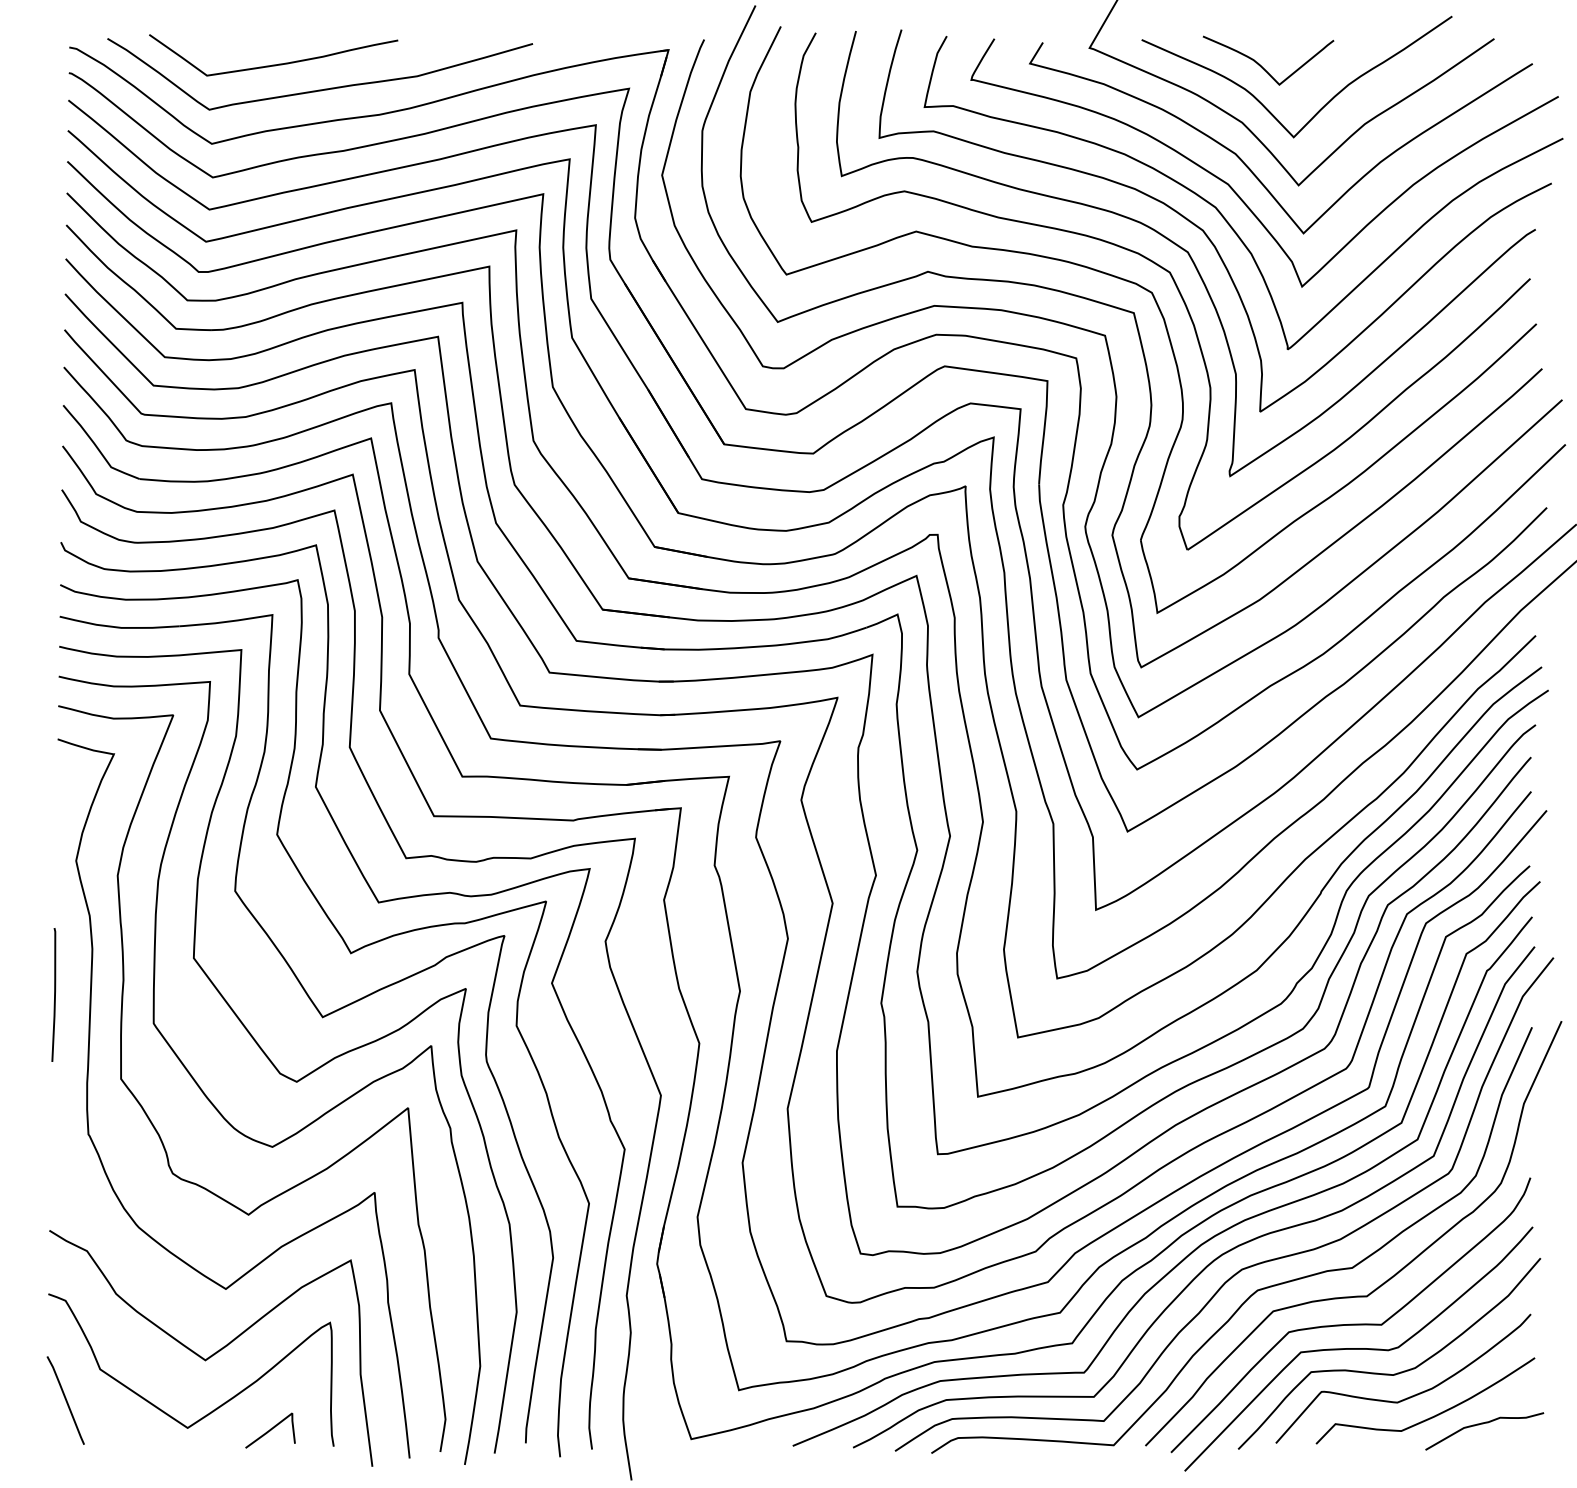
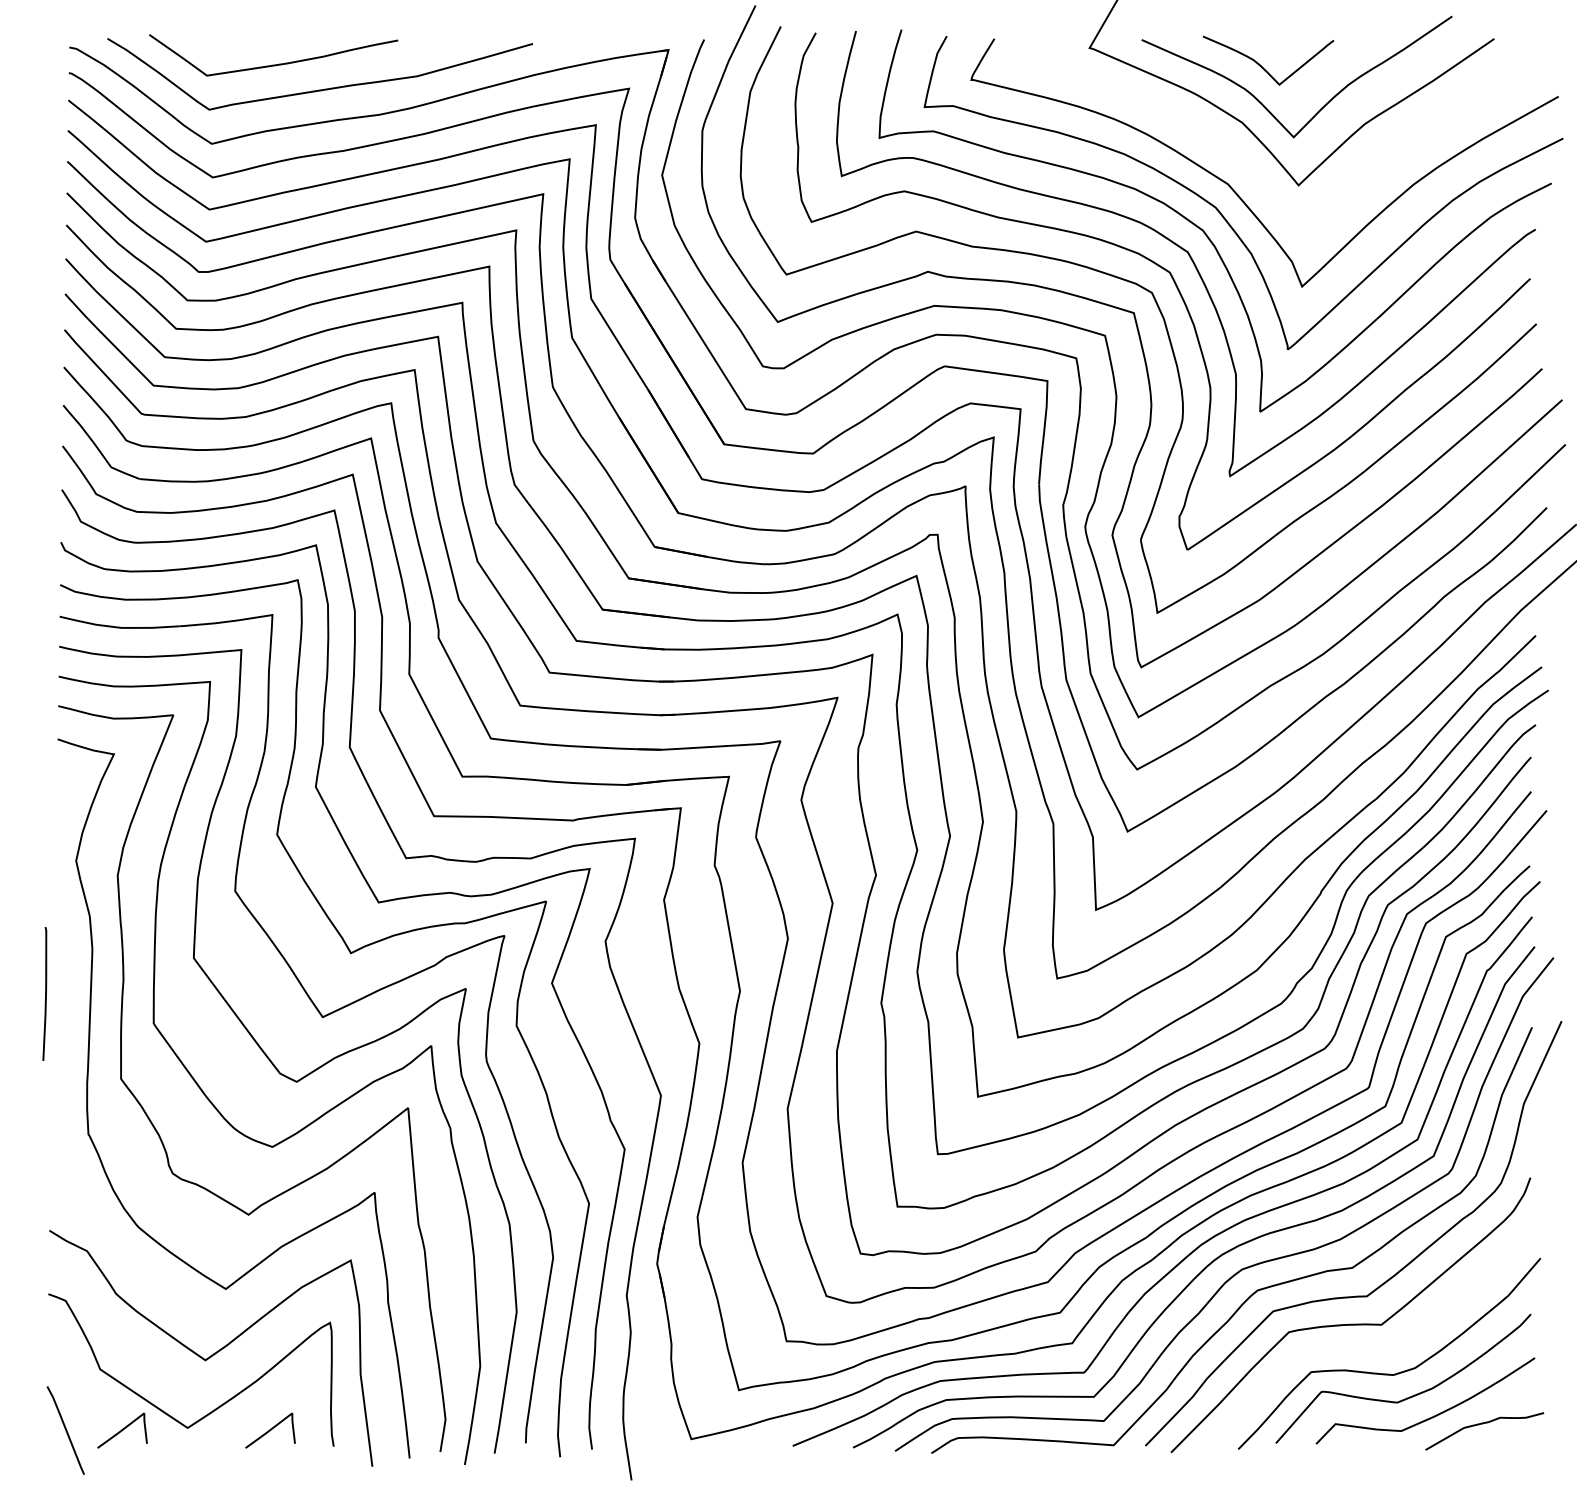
curve at (1250, 168): present -> none
curve at (54, 994) position: (54, 994) -> (45, 993)
curve at (1358, 1348): present -> none
line at (65, 1400) position: (65, 1400) -> (65, 1430)
line at (122, 1430): none -> present
